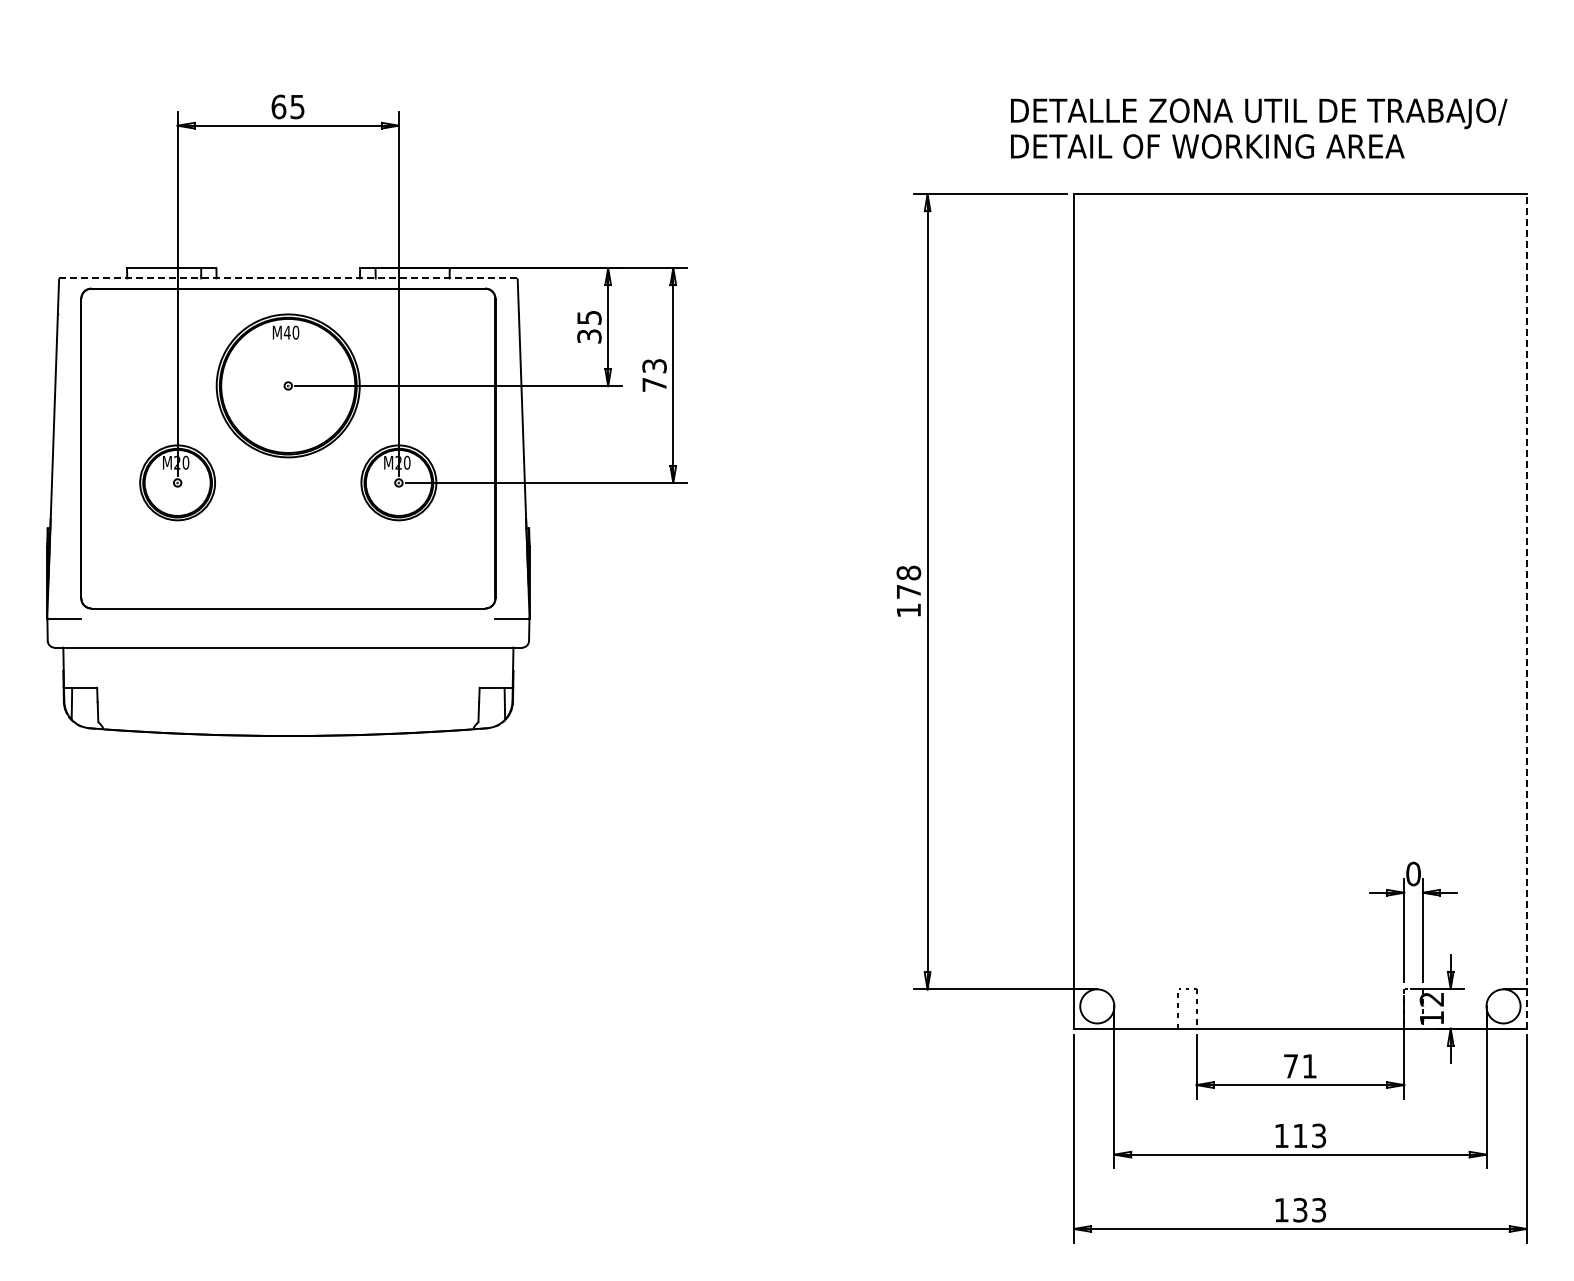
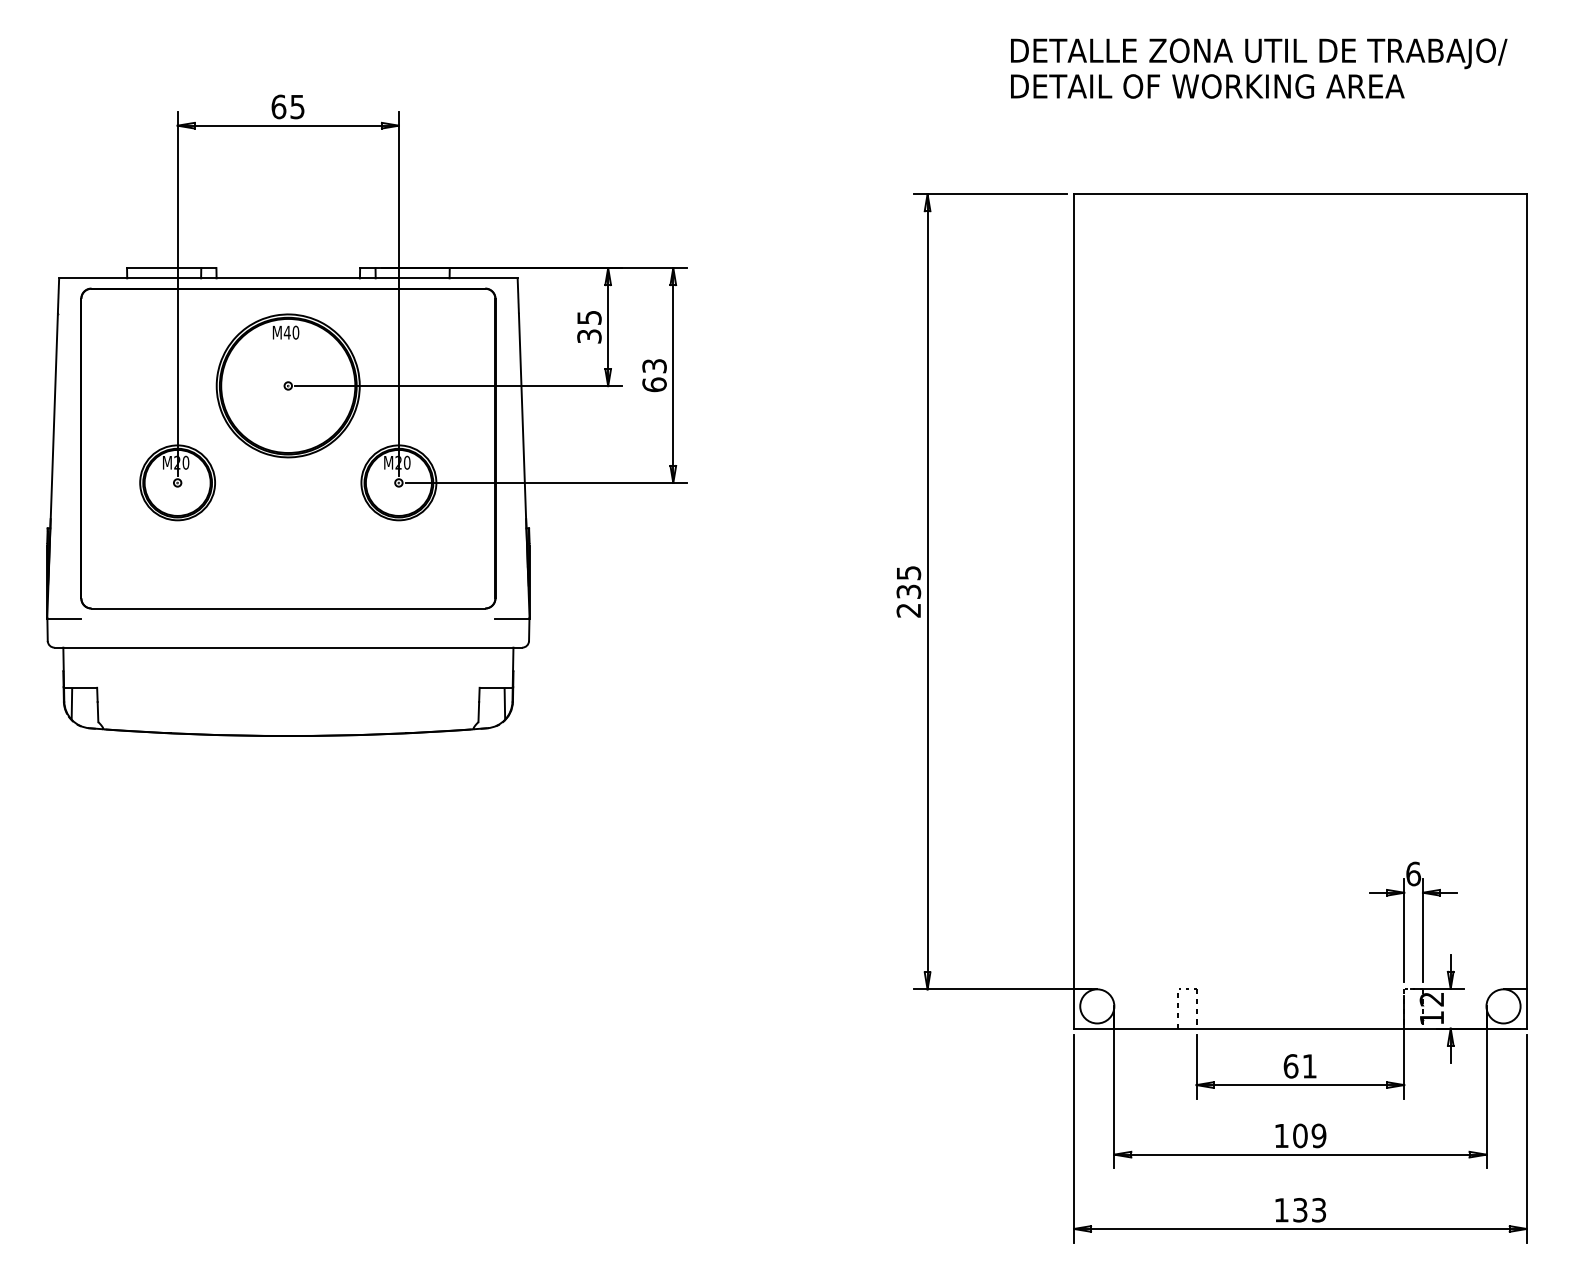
text at (1259, 128) position: (1259, 128) -> (1259, 68)
line at (288, 278): dashed -> solid
text at (654, 384): 73 -> 63
text at (908, 591): 178 -> 235
line at (1526, 610): dashed -> solid
text at (1413, 873): 0 -> 6
text at (1290, 1066): 71 -> 61
text at (1309, 1135): 113 -> 109
